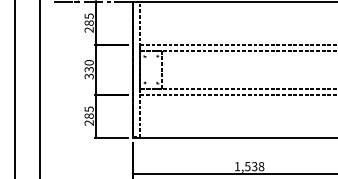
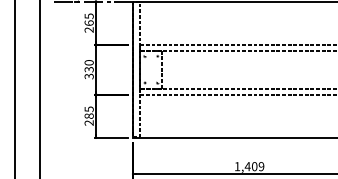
text at (88, 22): 285 -> 265
text at (254, 166): 1,538 -> 1,409
